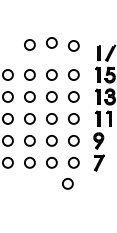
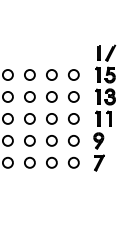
circle at (51, 42): present -> none
circle at (29, 44): present -> none
circle at (73, 45): present -> none
circle at (67, 183): present -> none
